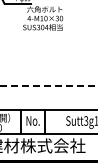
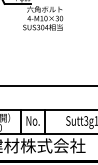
line at (49, 85): dashed -> solid
